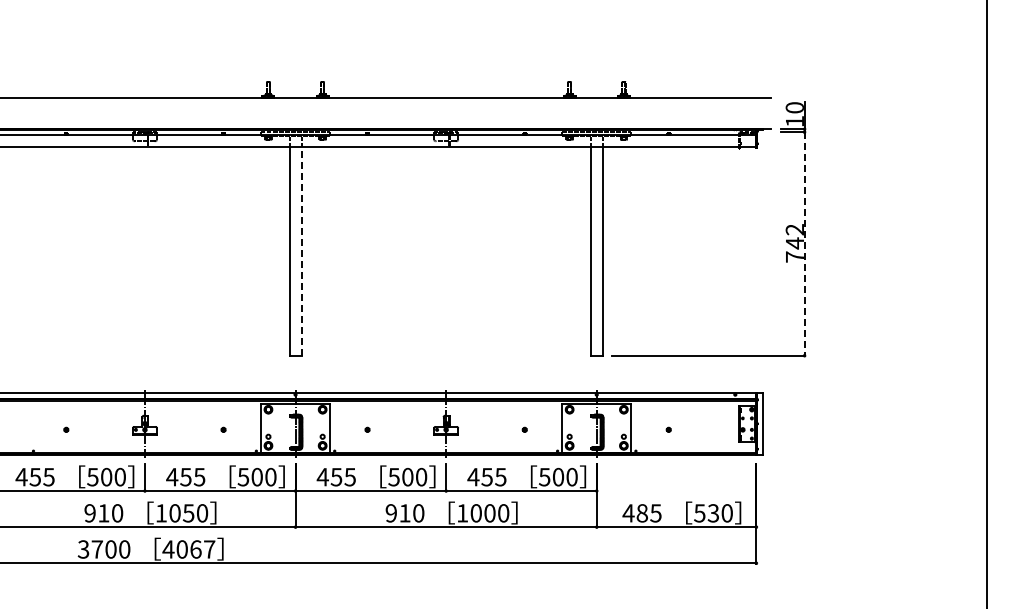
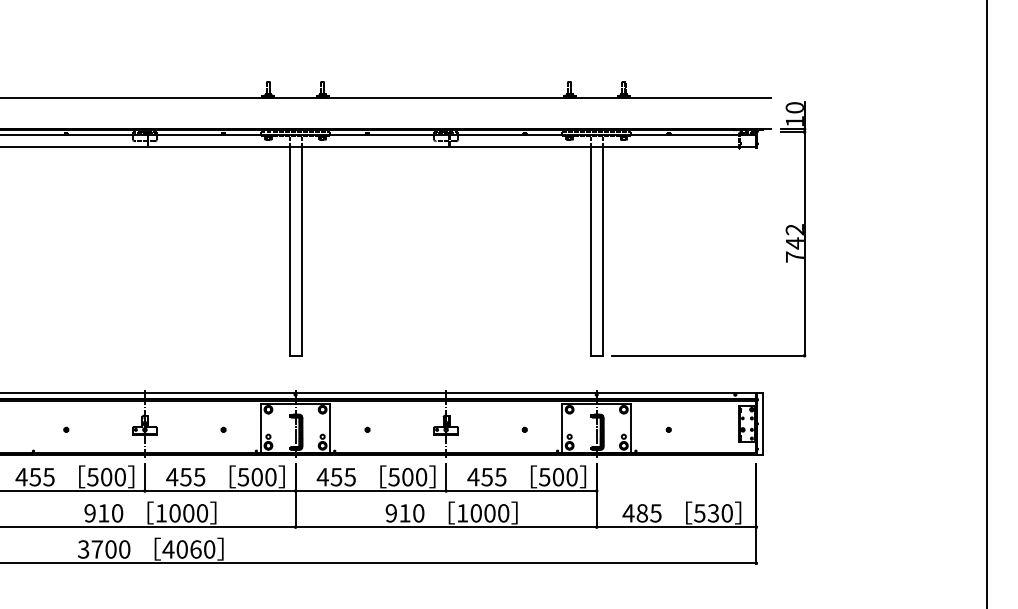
line at (804, 243): dashed -> solid
line at (301, 251): dashed -> solid
text at (188, 513): 1050 -> 1000
text at (209, 549): 4067 -> 4060
